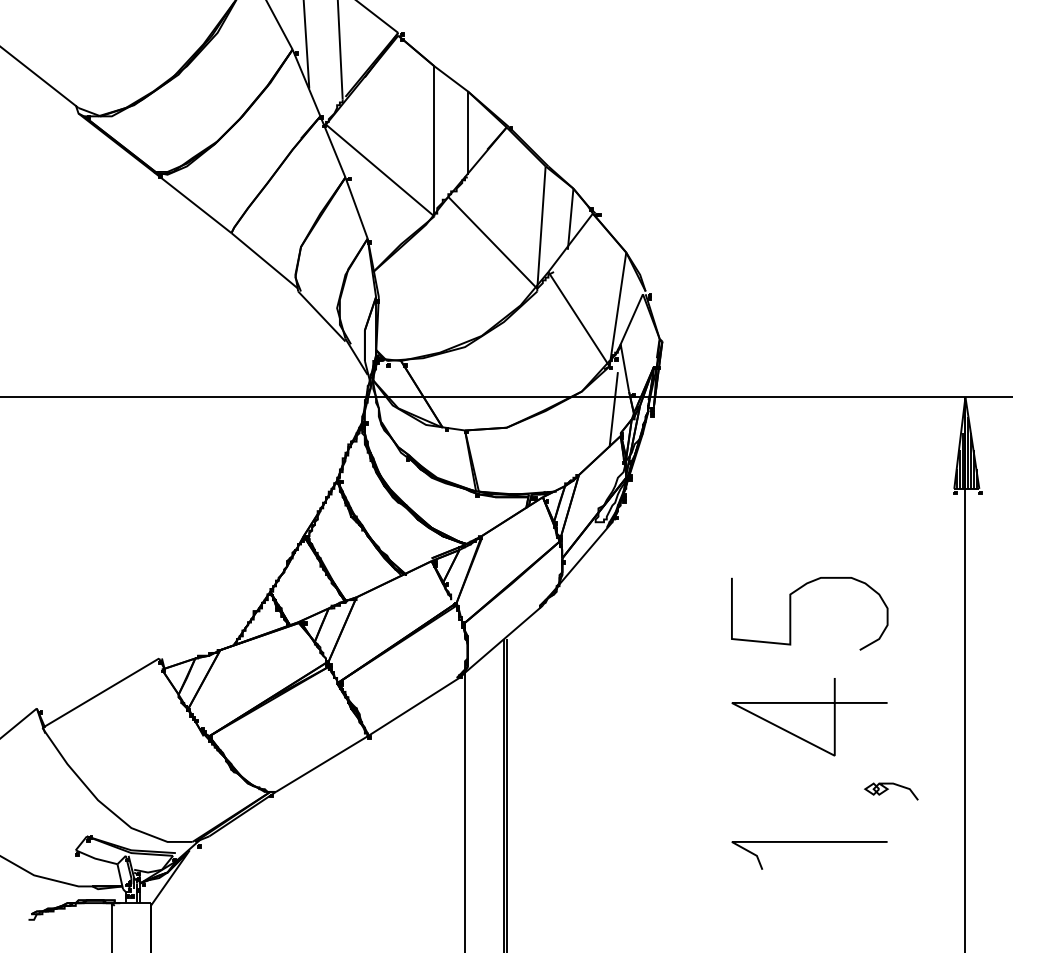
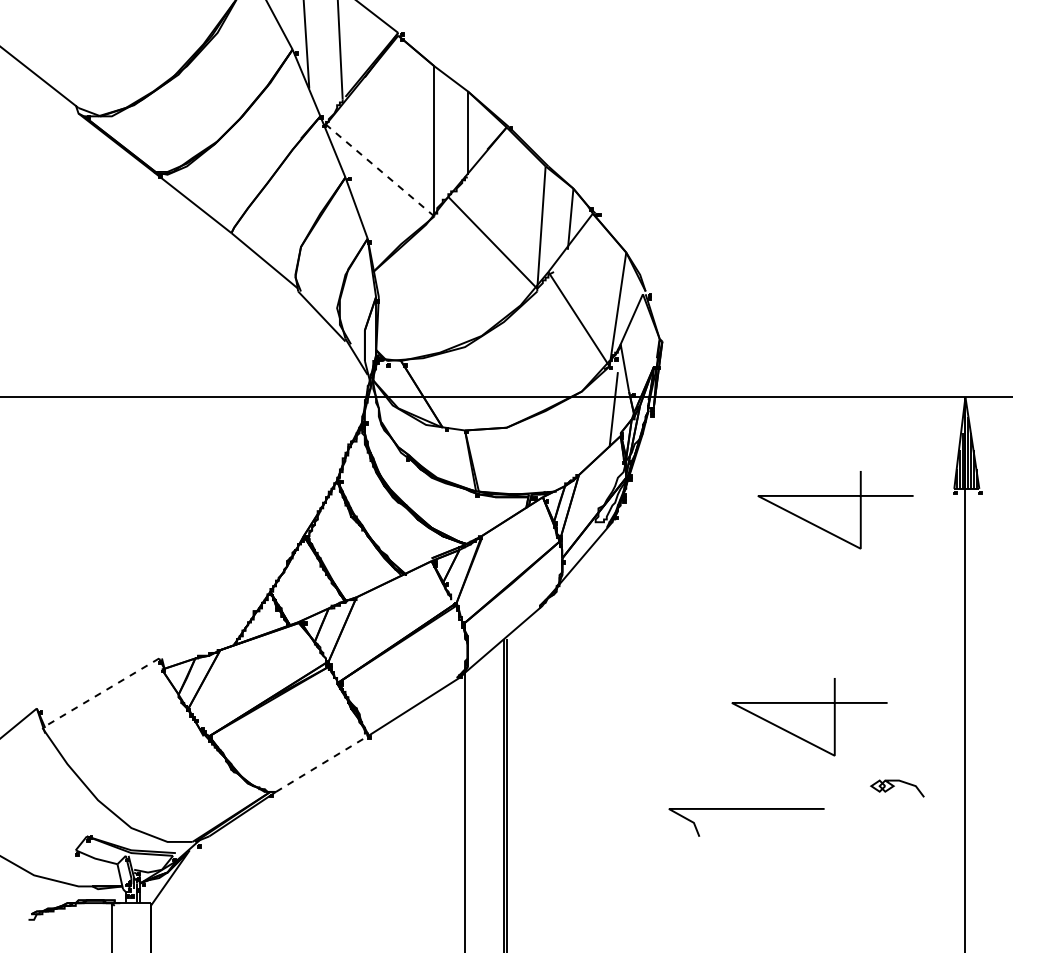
line at (379, 170): solid -> dashed
line at (835, 496): none -> present
curve at (791, 613): present -> none
line at (100, 693): solid -> dashed
line at (321, 764): solid -> dashed
part at (891, 791) position: (891, 791) -> (897, 788)
line at (809, 842) position: (809, 842) -> (746, 809)
